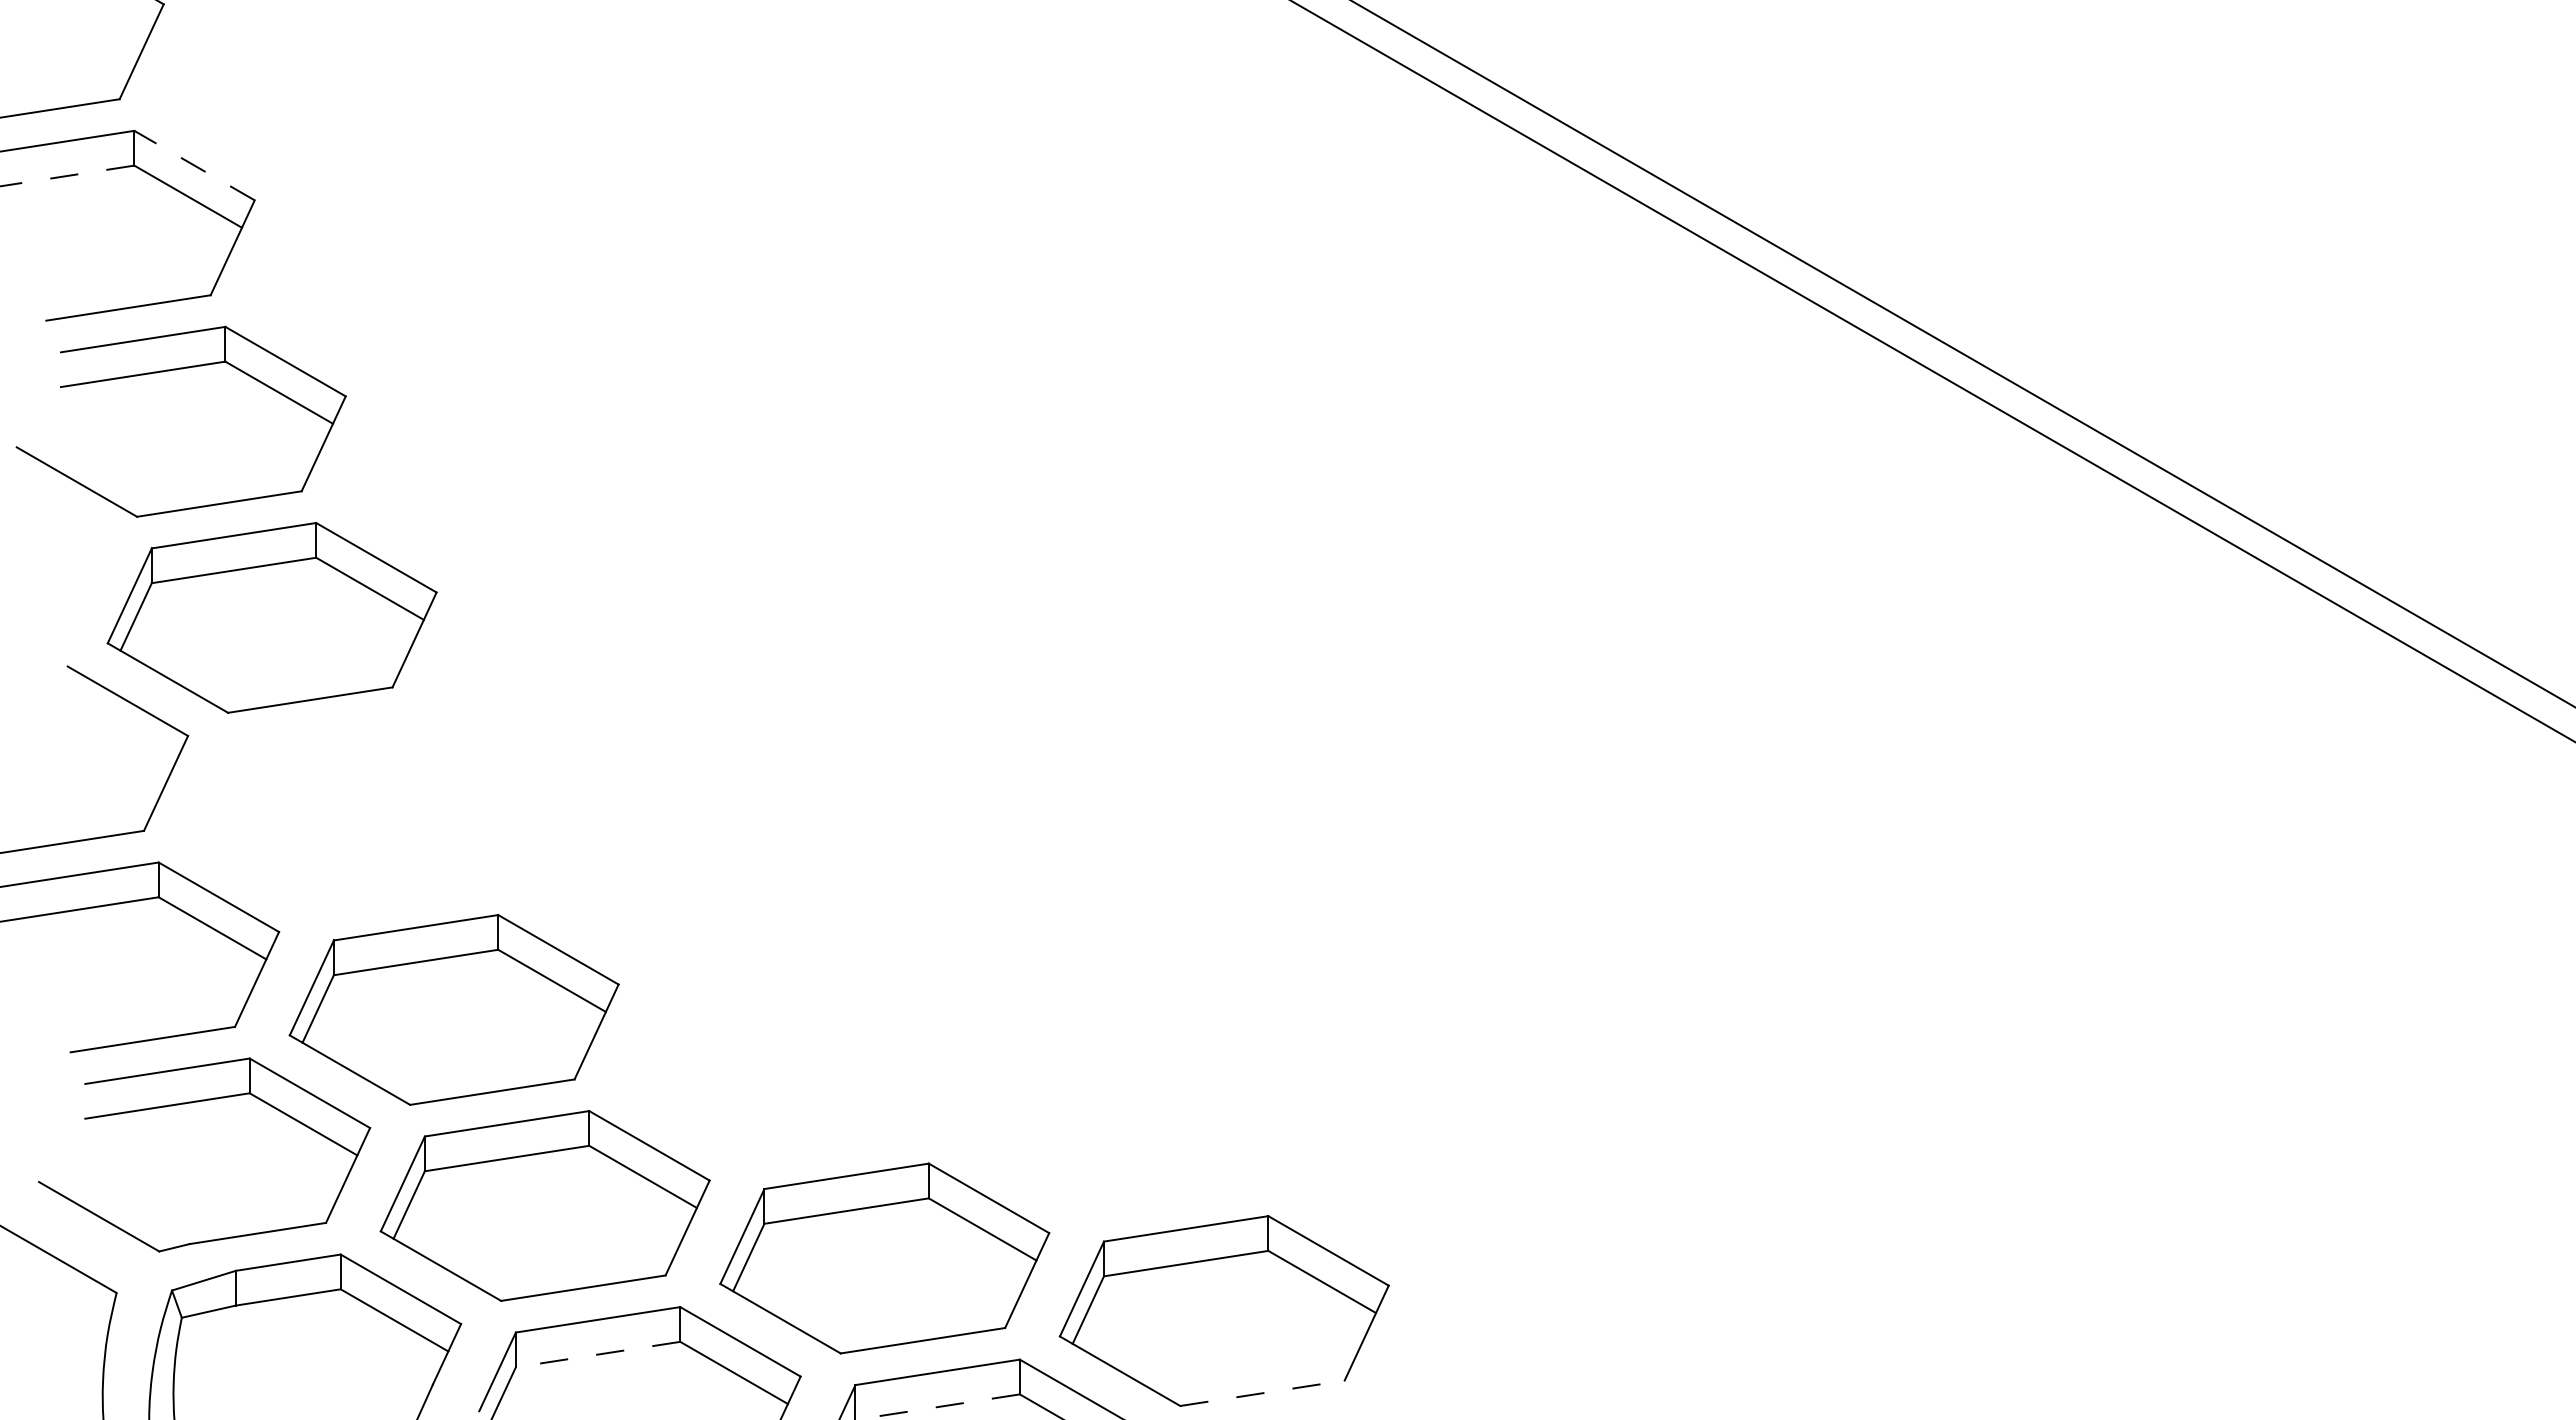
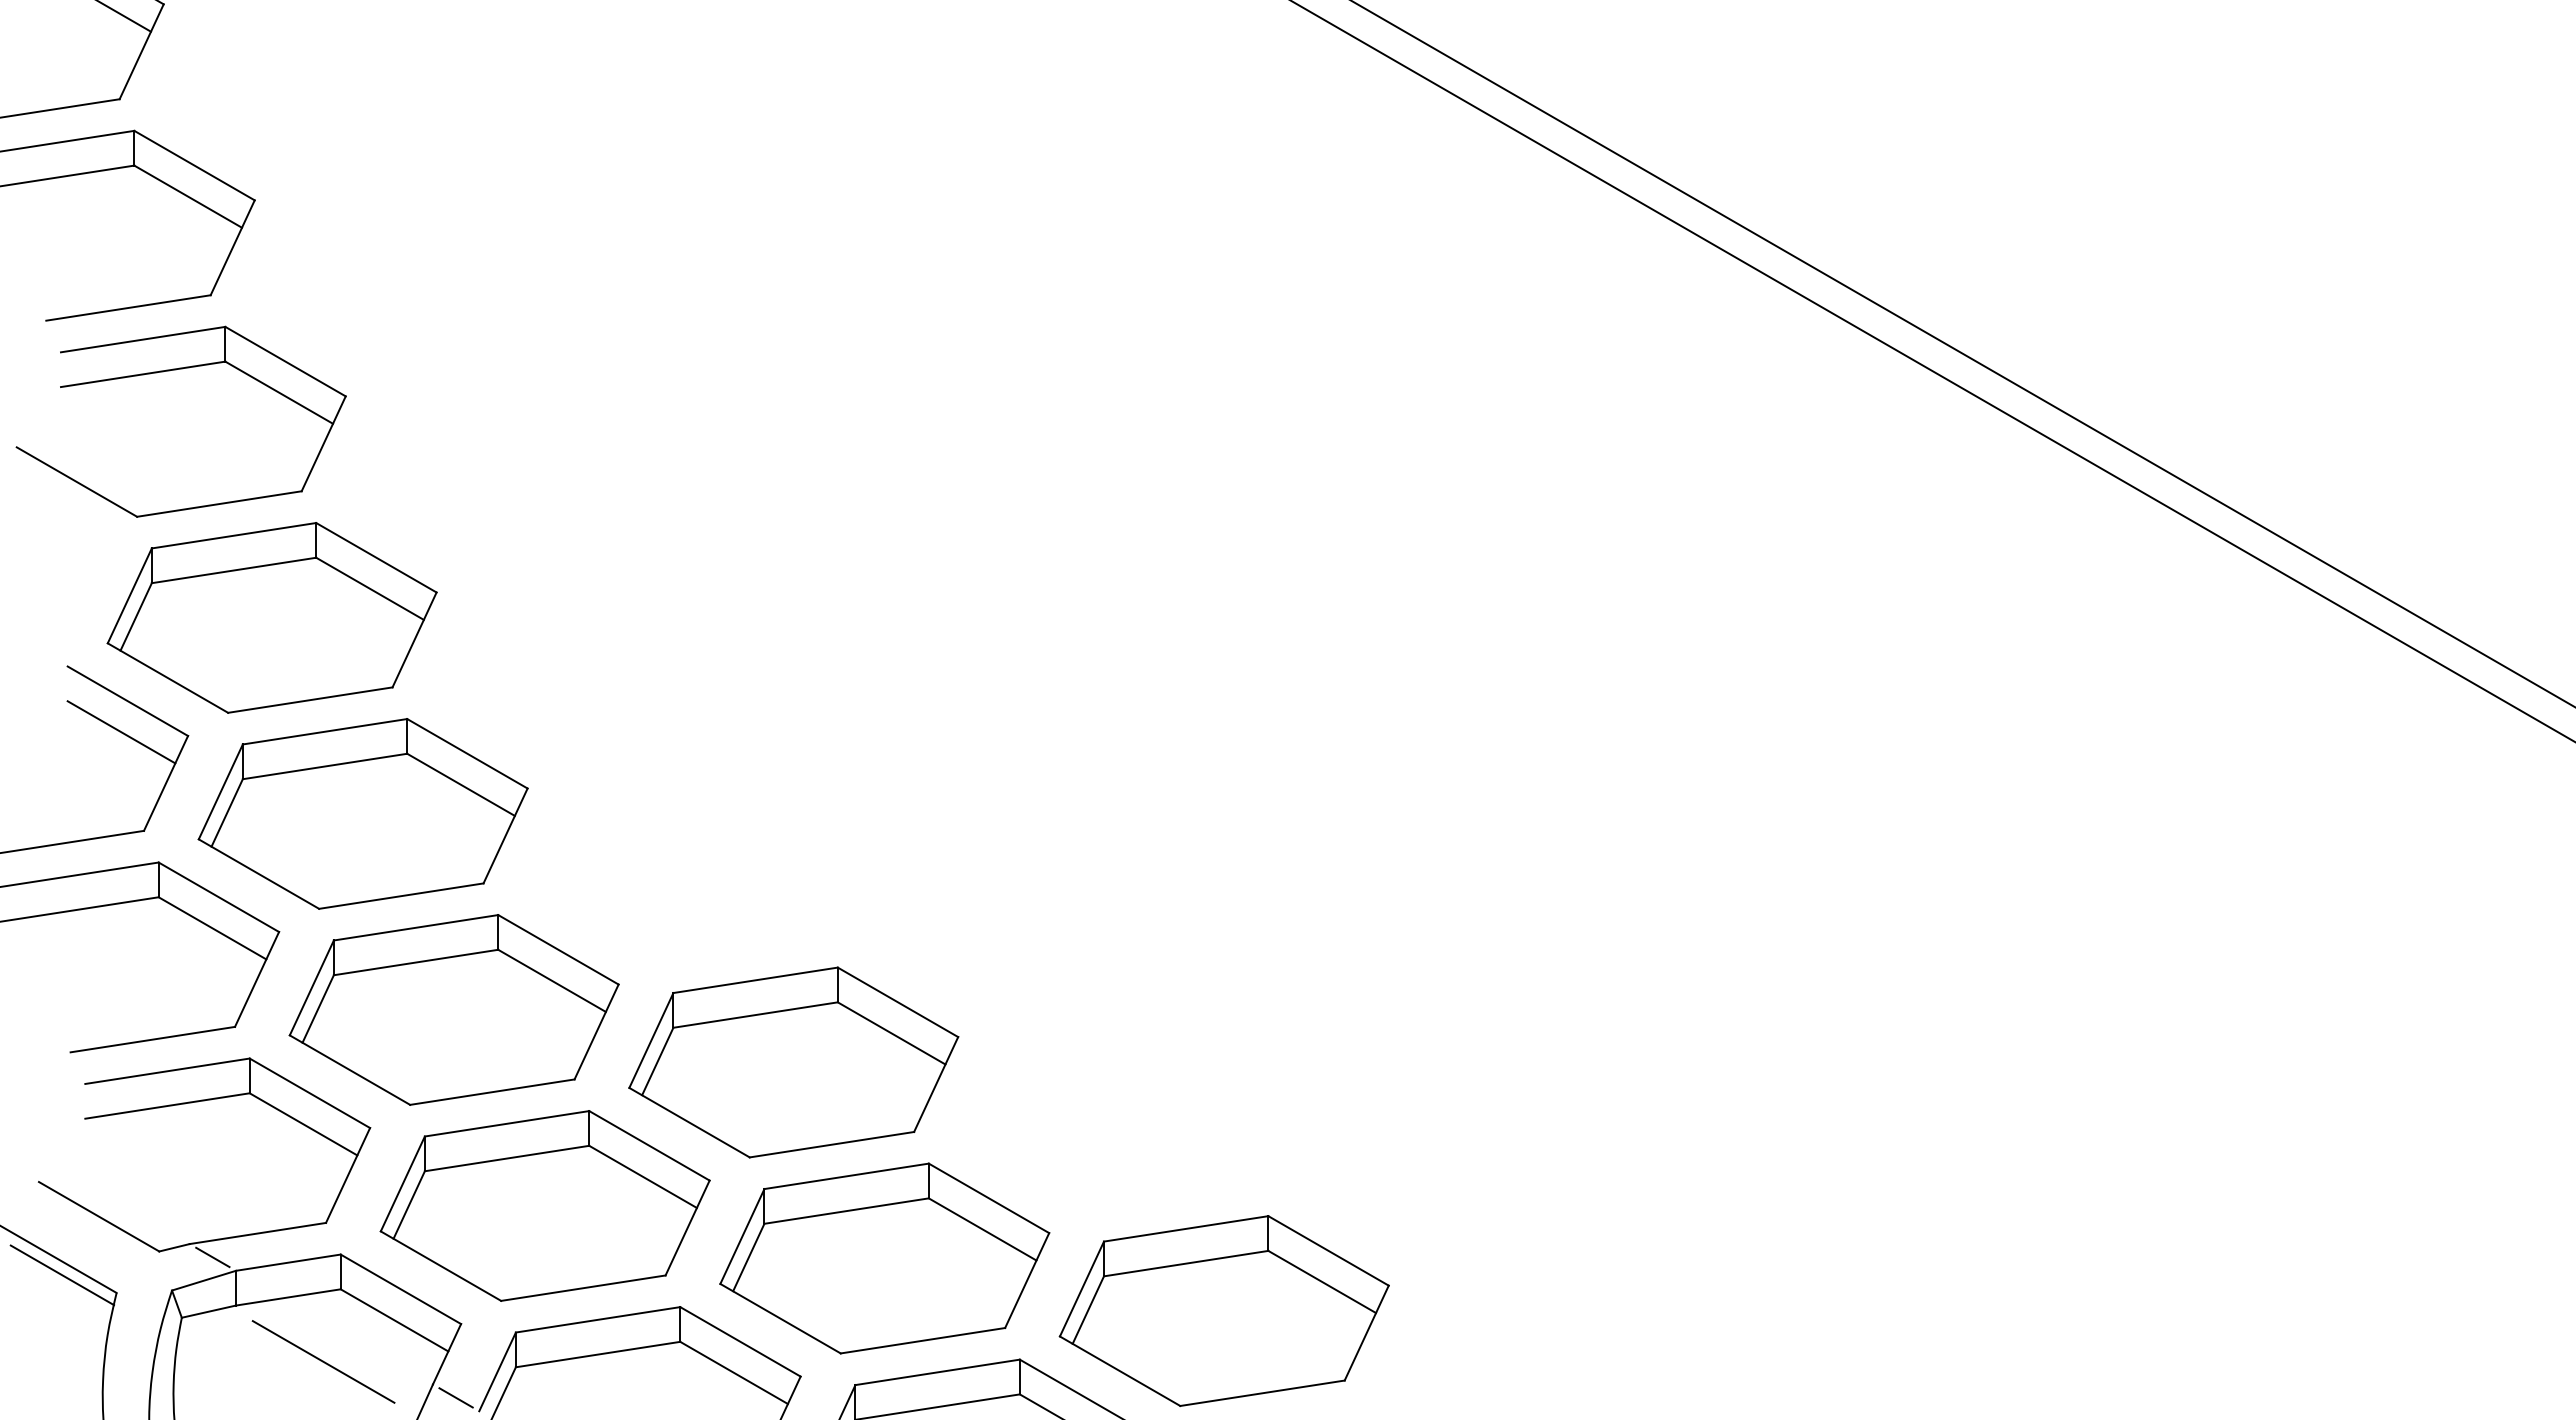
line at (125, 16): none -> present
line at (194, 165): dashed -> solid
line at (67, 175): dashed -> solid
line at (121, 732): none -> present
part at (362, 813): none -> present
part at (793, 1062): none -> present
line at (212, 1257): none -> present
line at (62, 1275): none -> present
line at (597, 1354): dashed -> solid
line at (323, 1361): none -> present
line at (1263, 1393): dashed -> solid
line at (455, 1397): none -> present
line at (937, 1407): dashed -> solid
